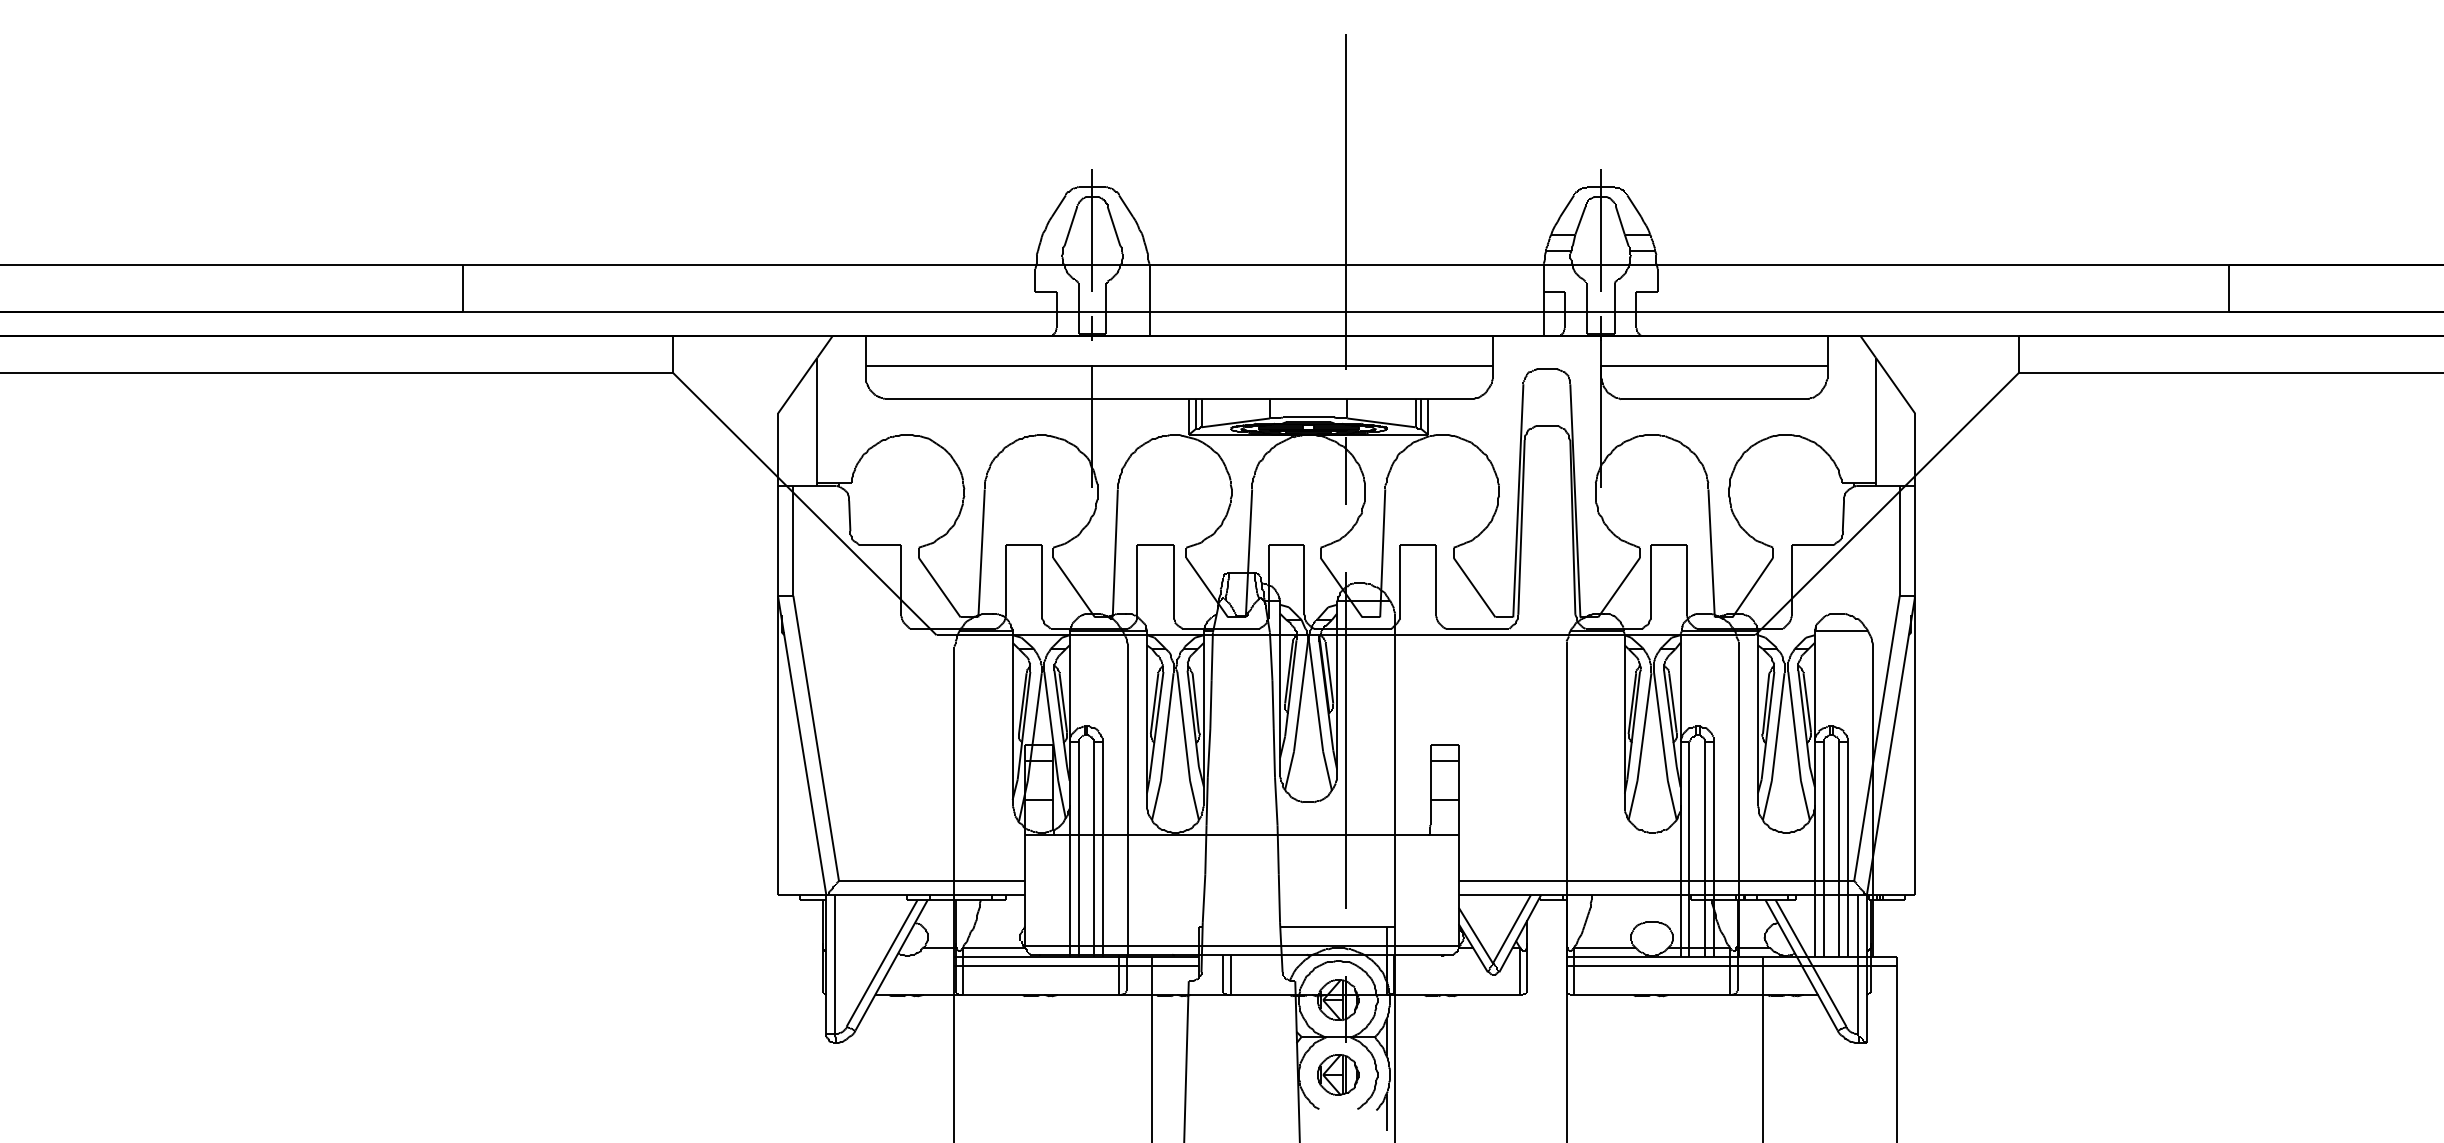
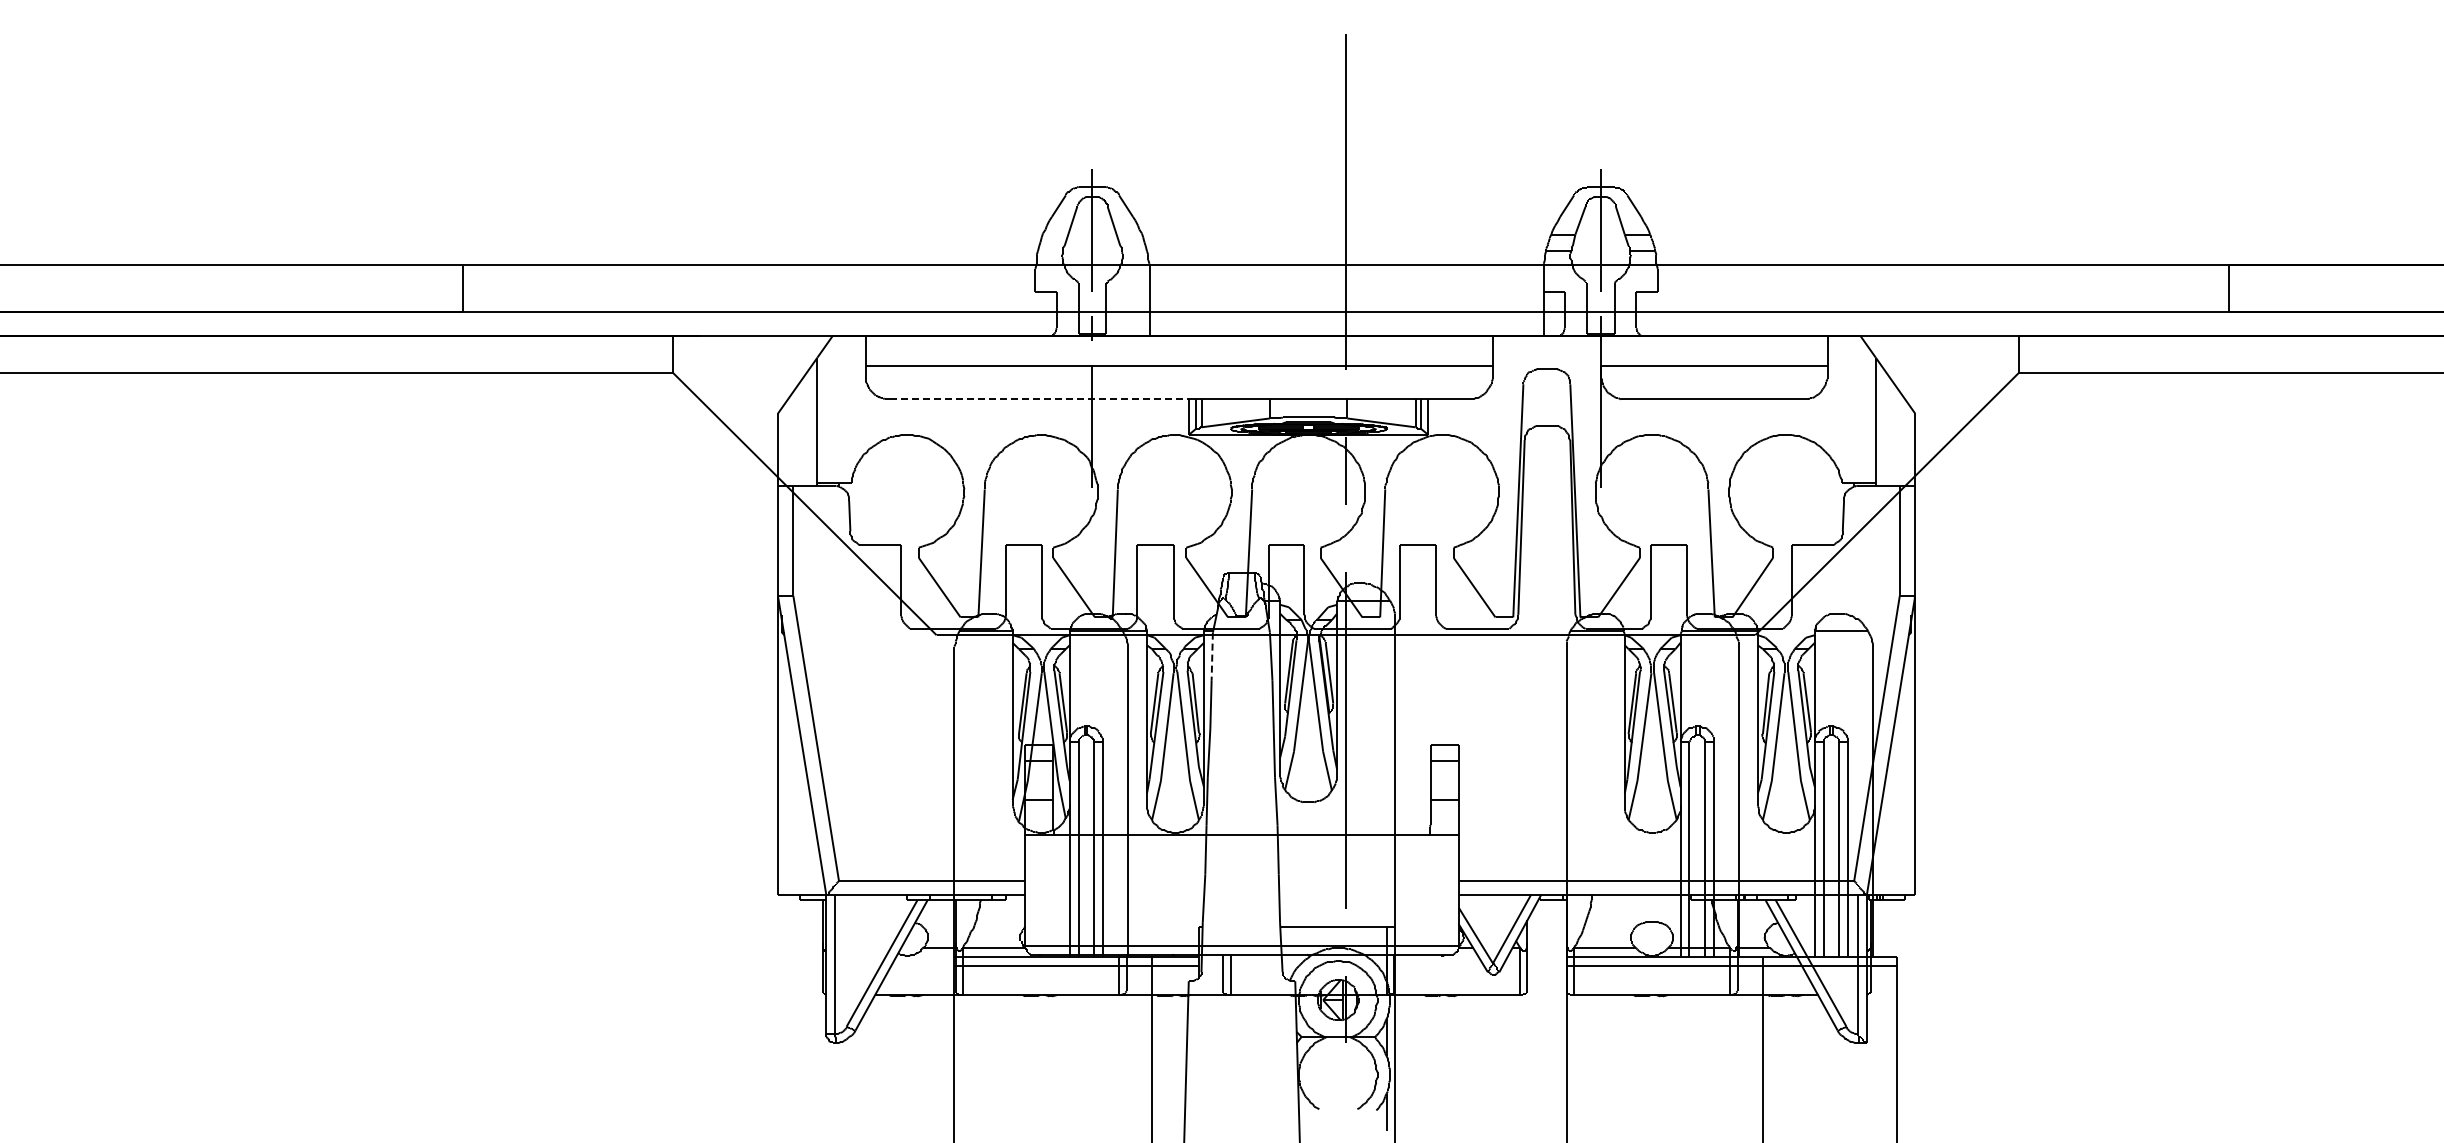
line at (1039, 399): solid -> dashed
line at (1212, 657): solid -> dashed
part at (1338, 1074): present -> none
